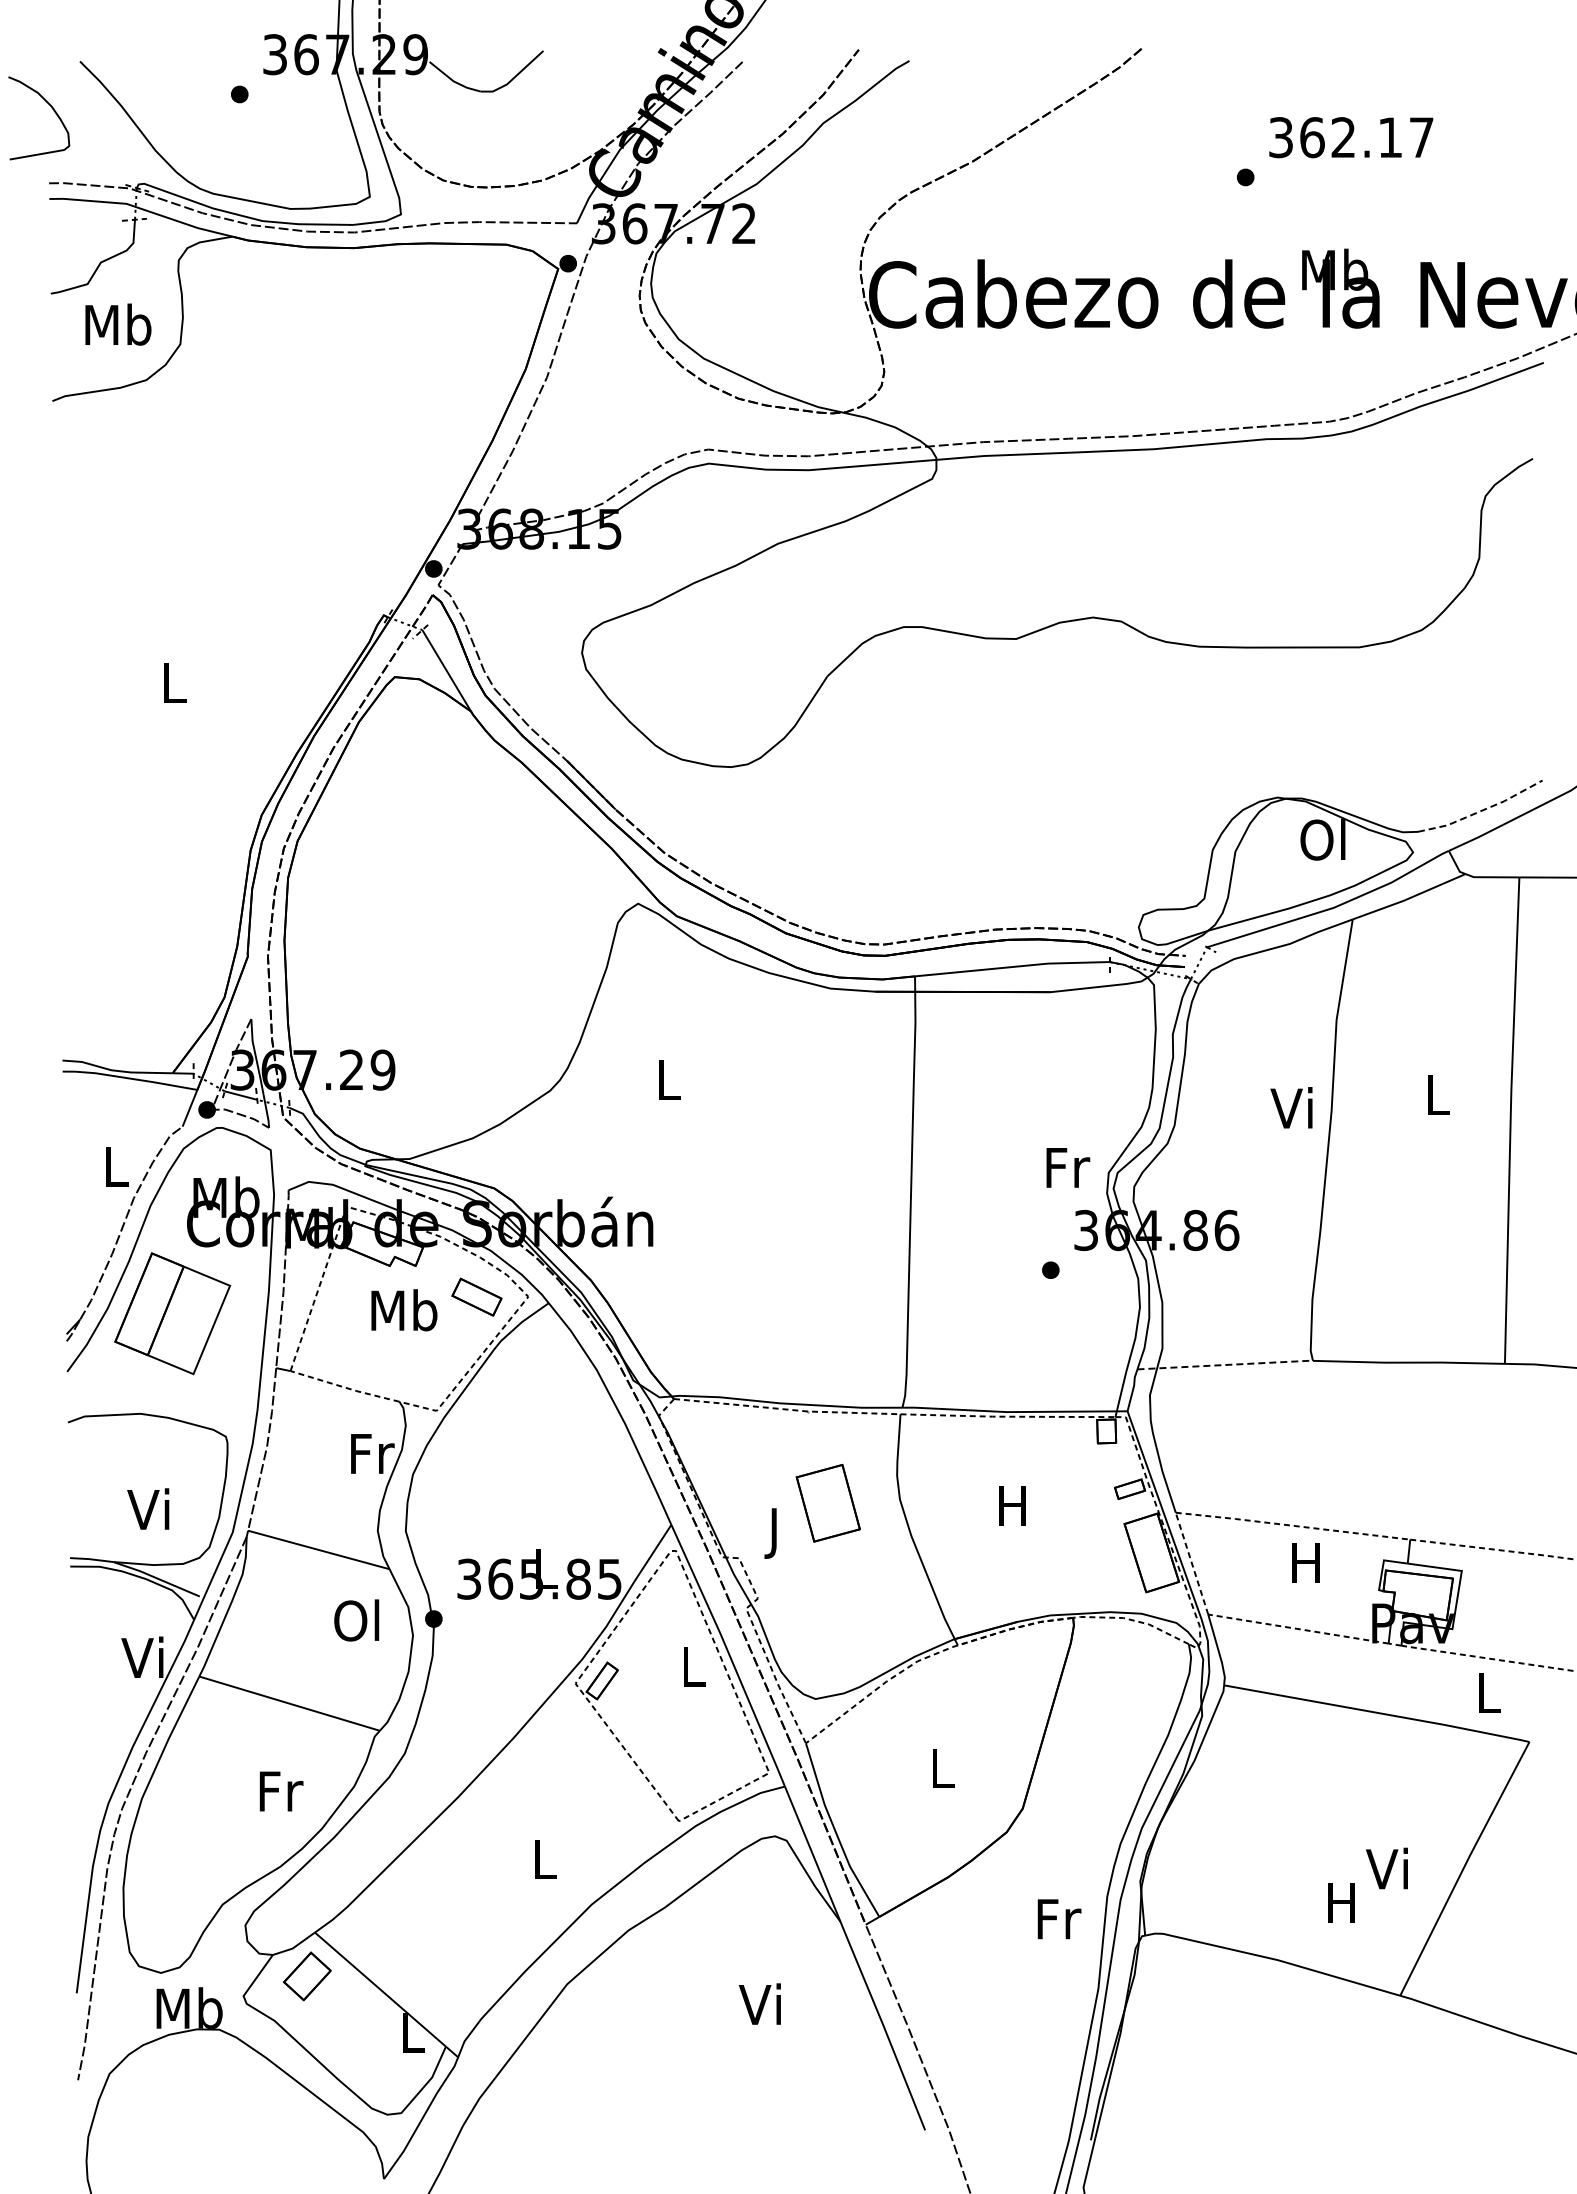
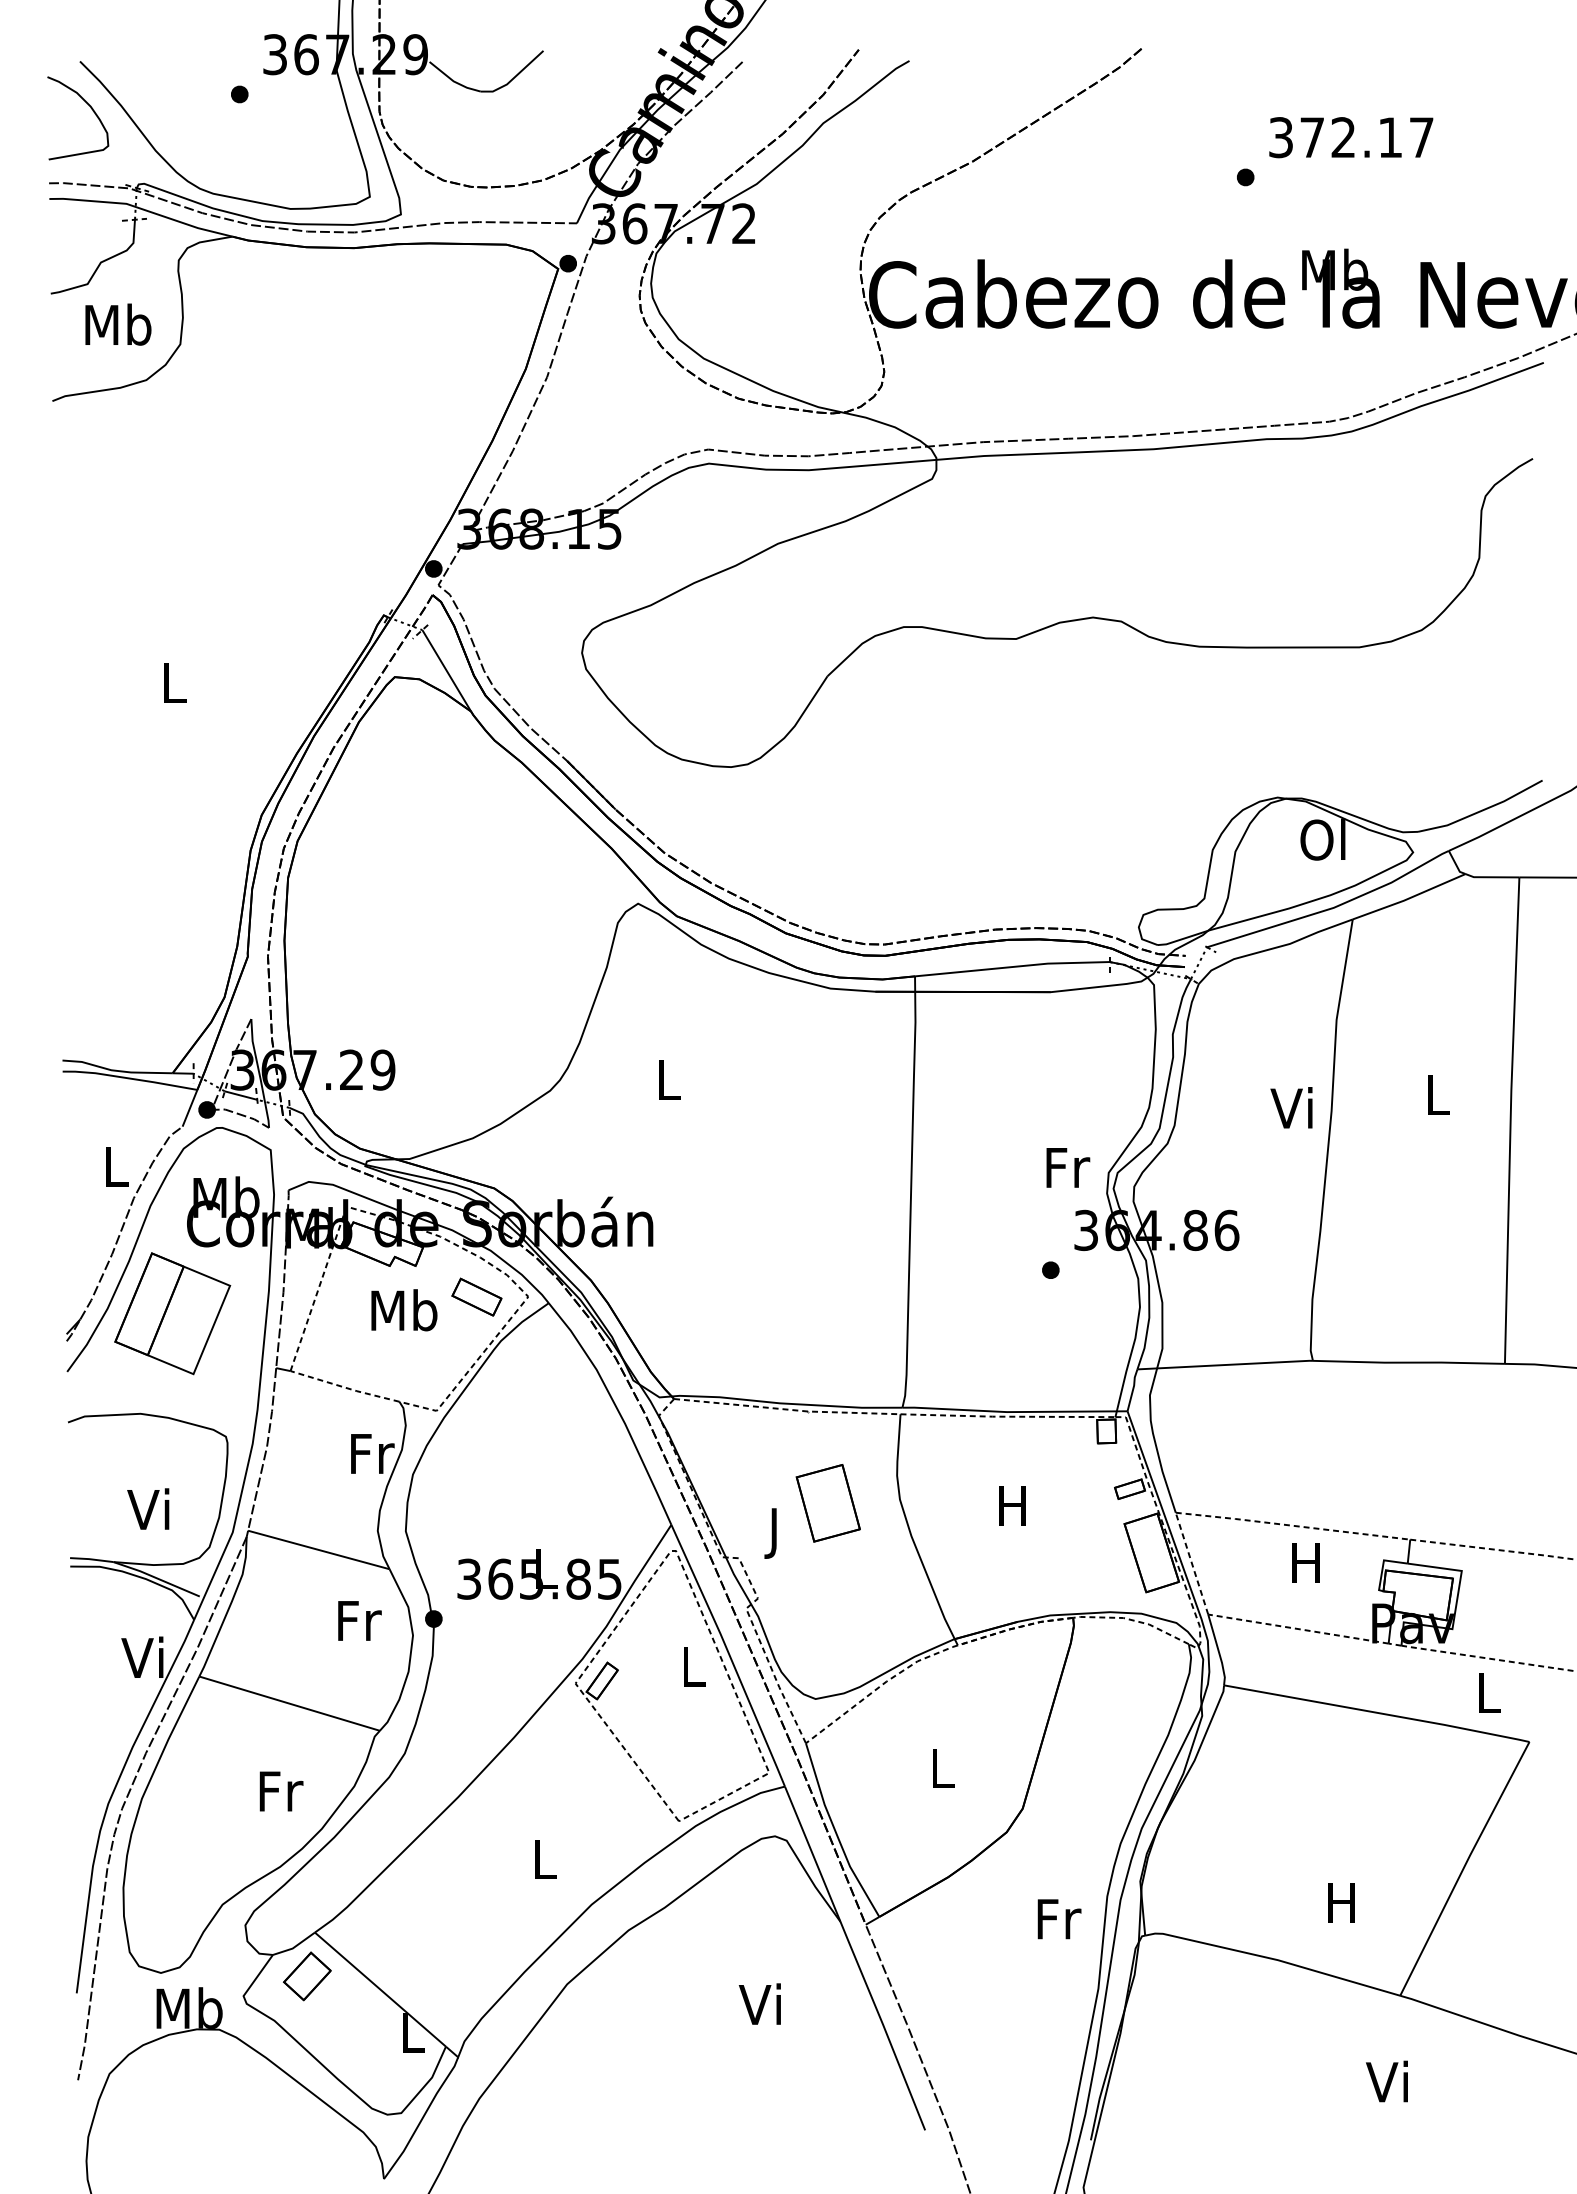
curve at (51, 108) position: (51, 108) -> (90, 108)
text at (1312, 137): 362.17 -> 372.17
line at (1482, 810): dashed -> solid
line at (1225, 1364): dashed -> solid
text at (357, 1620): Ol -> Fr
text at (1386, 1868) position: (1386, 1868) -> (1386, 2081)
